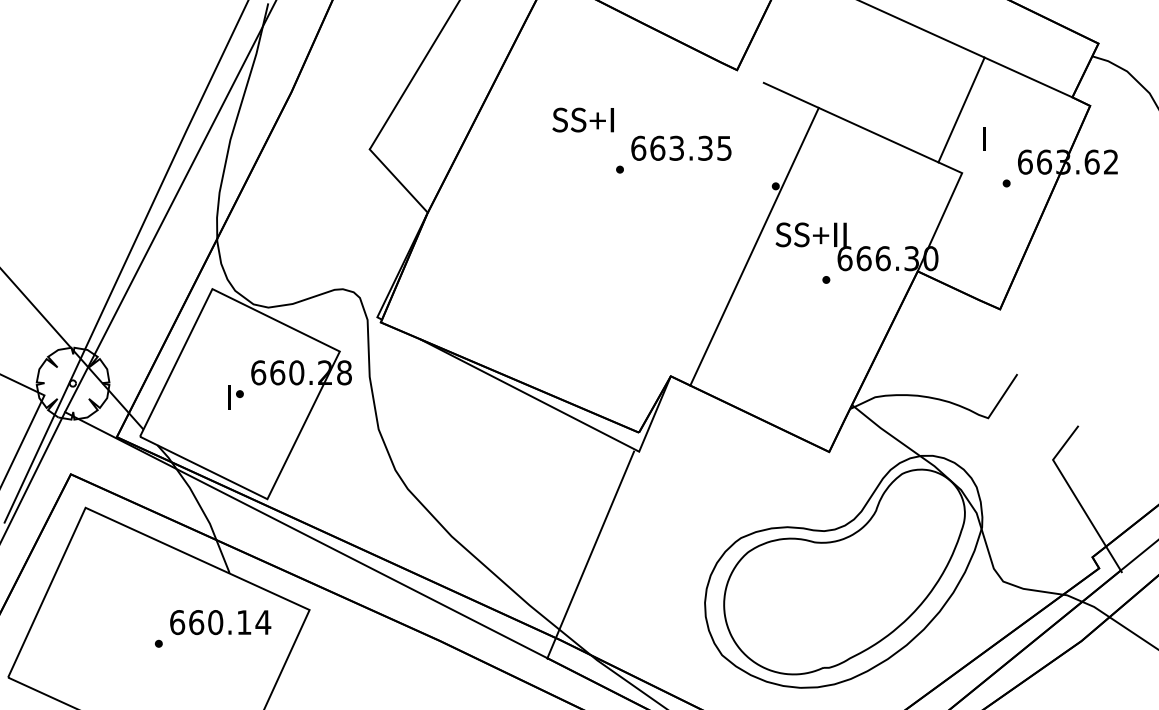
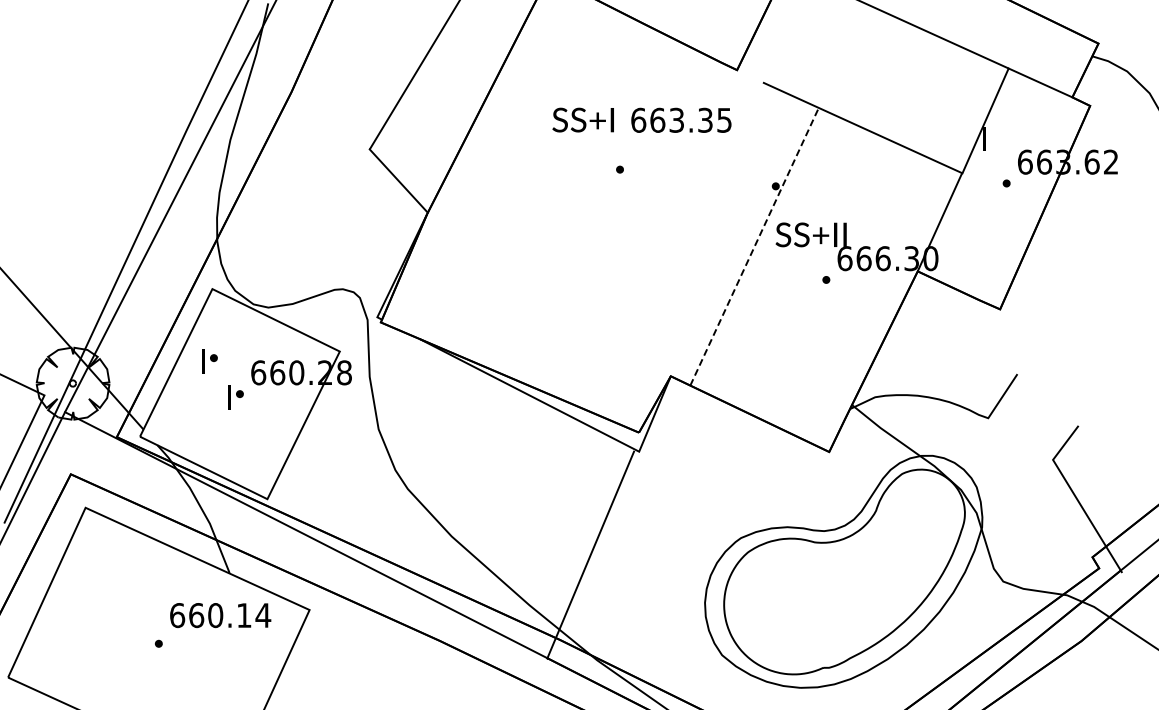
line at (961, 109) position: (961, 109) -> (985, 120)
text at (681, 147) position: (681, 147) -> (681, 119)
line at (754, 246): solid -> dashed
part at (209, 361): none -> present
text at (220, 622) position: (220, 622) -> (220, 615)
